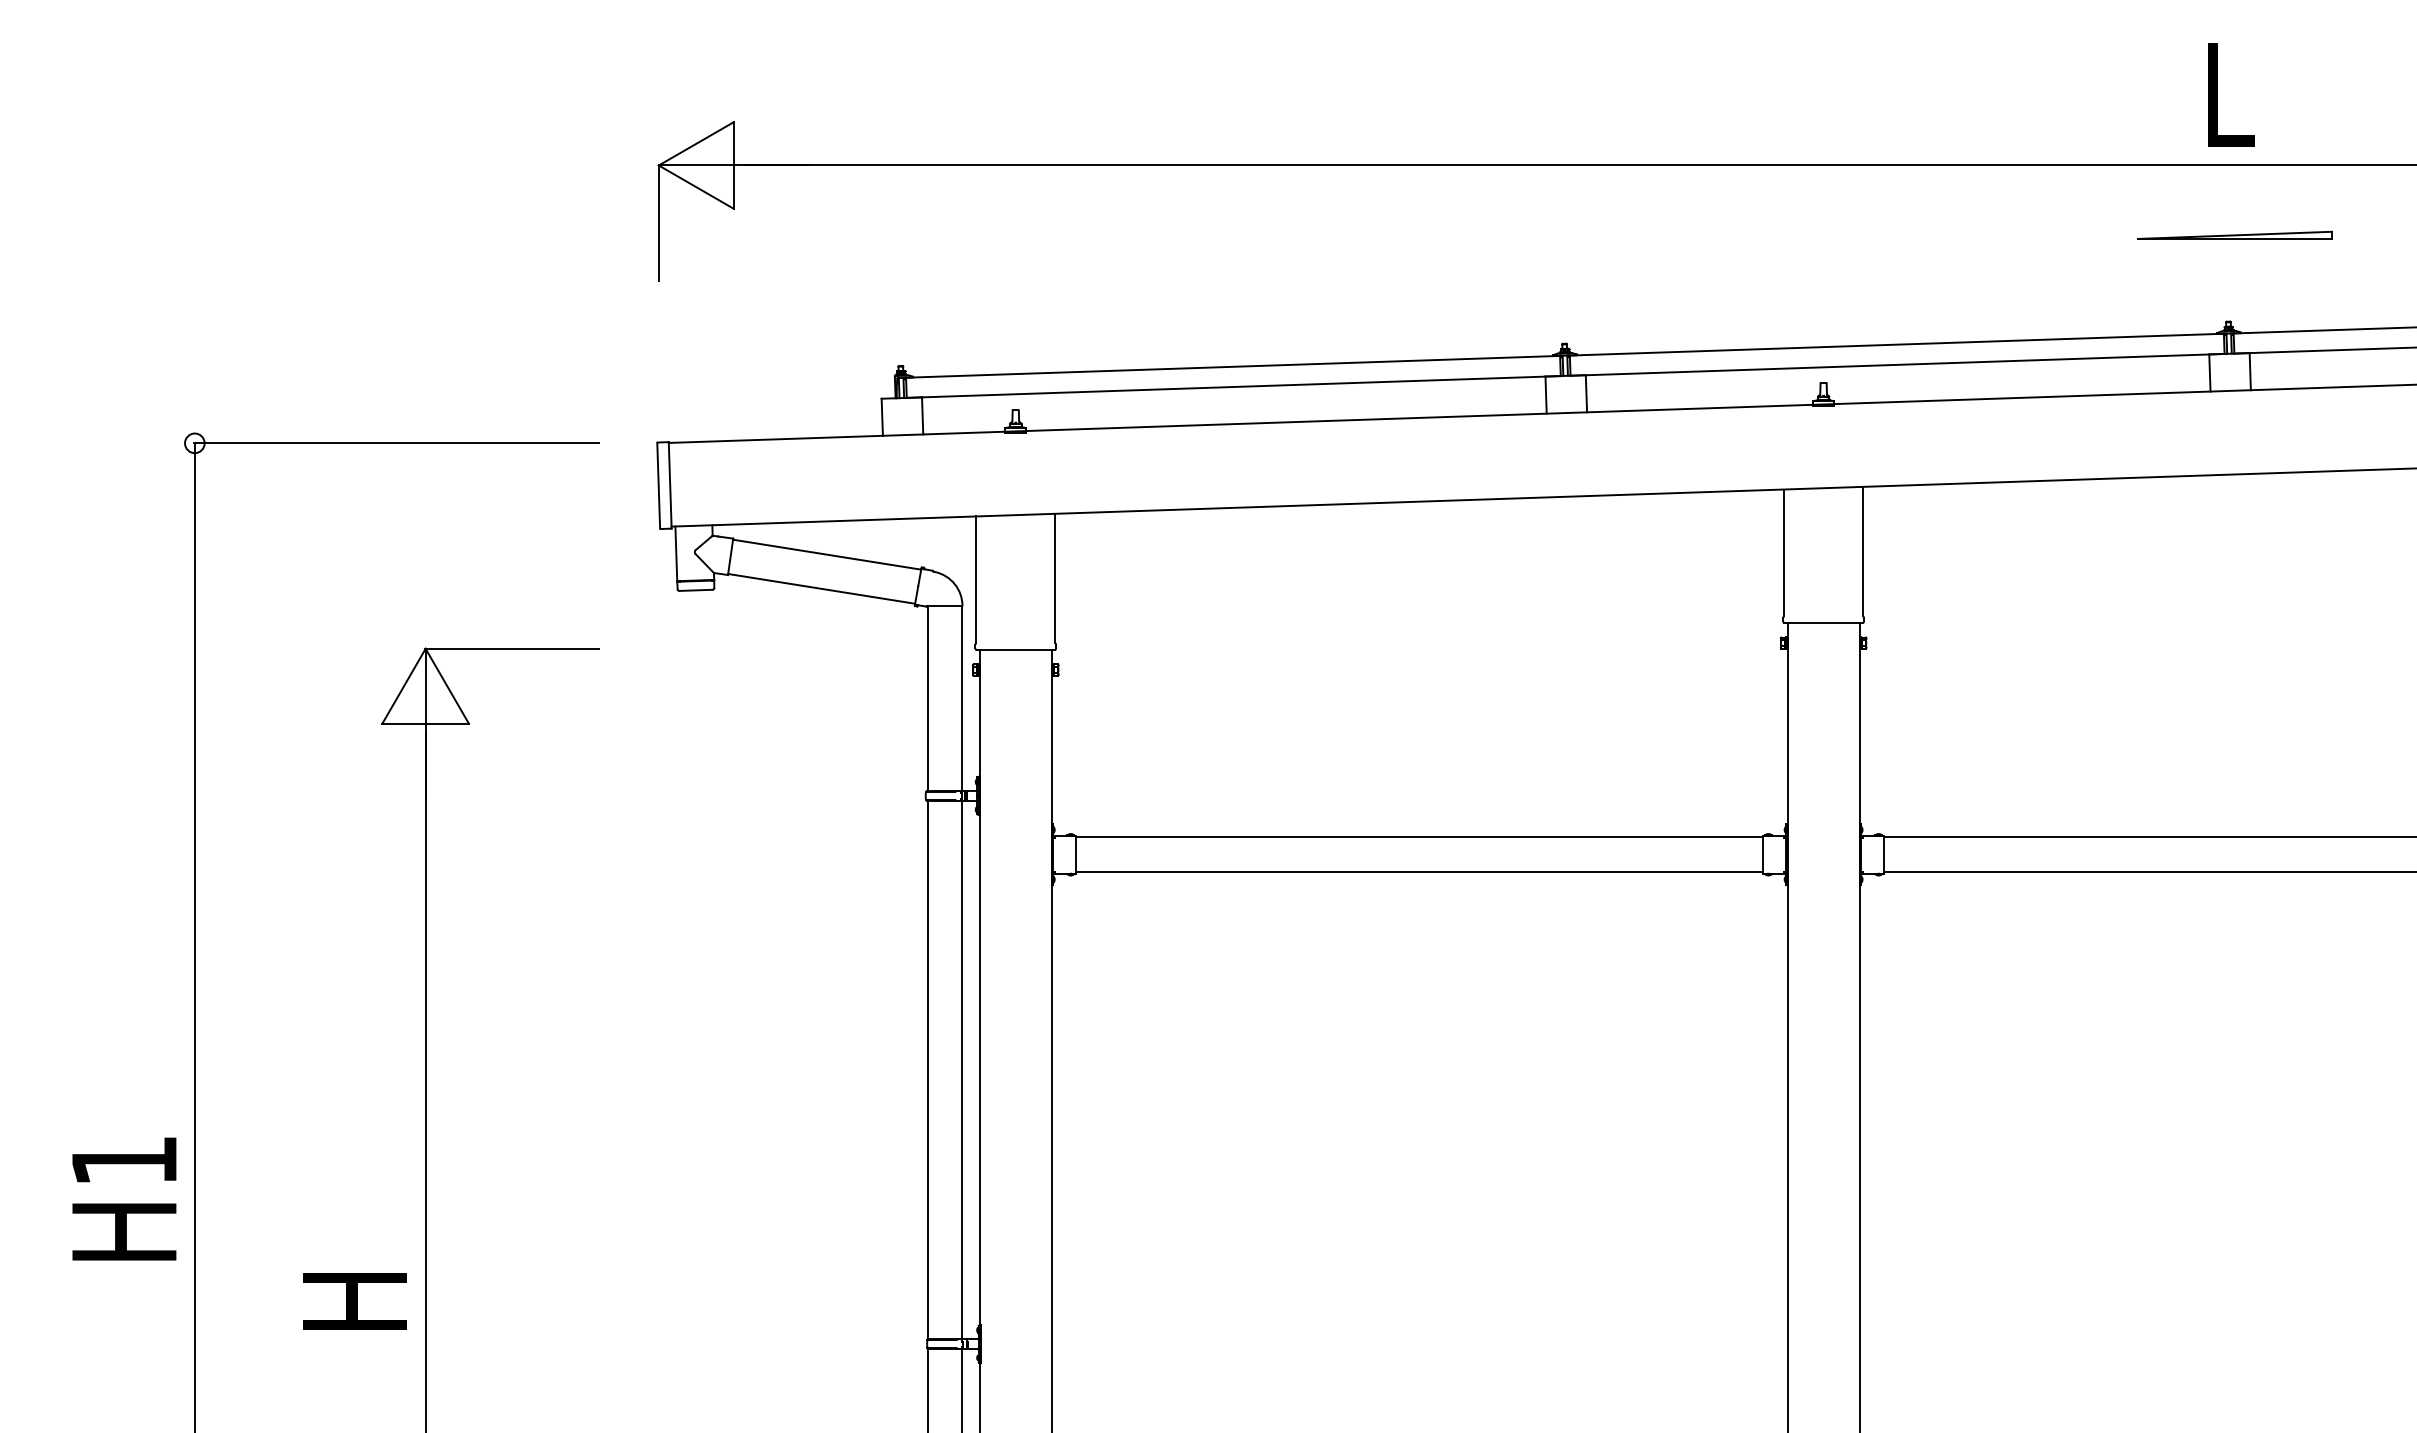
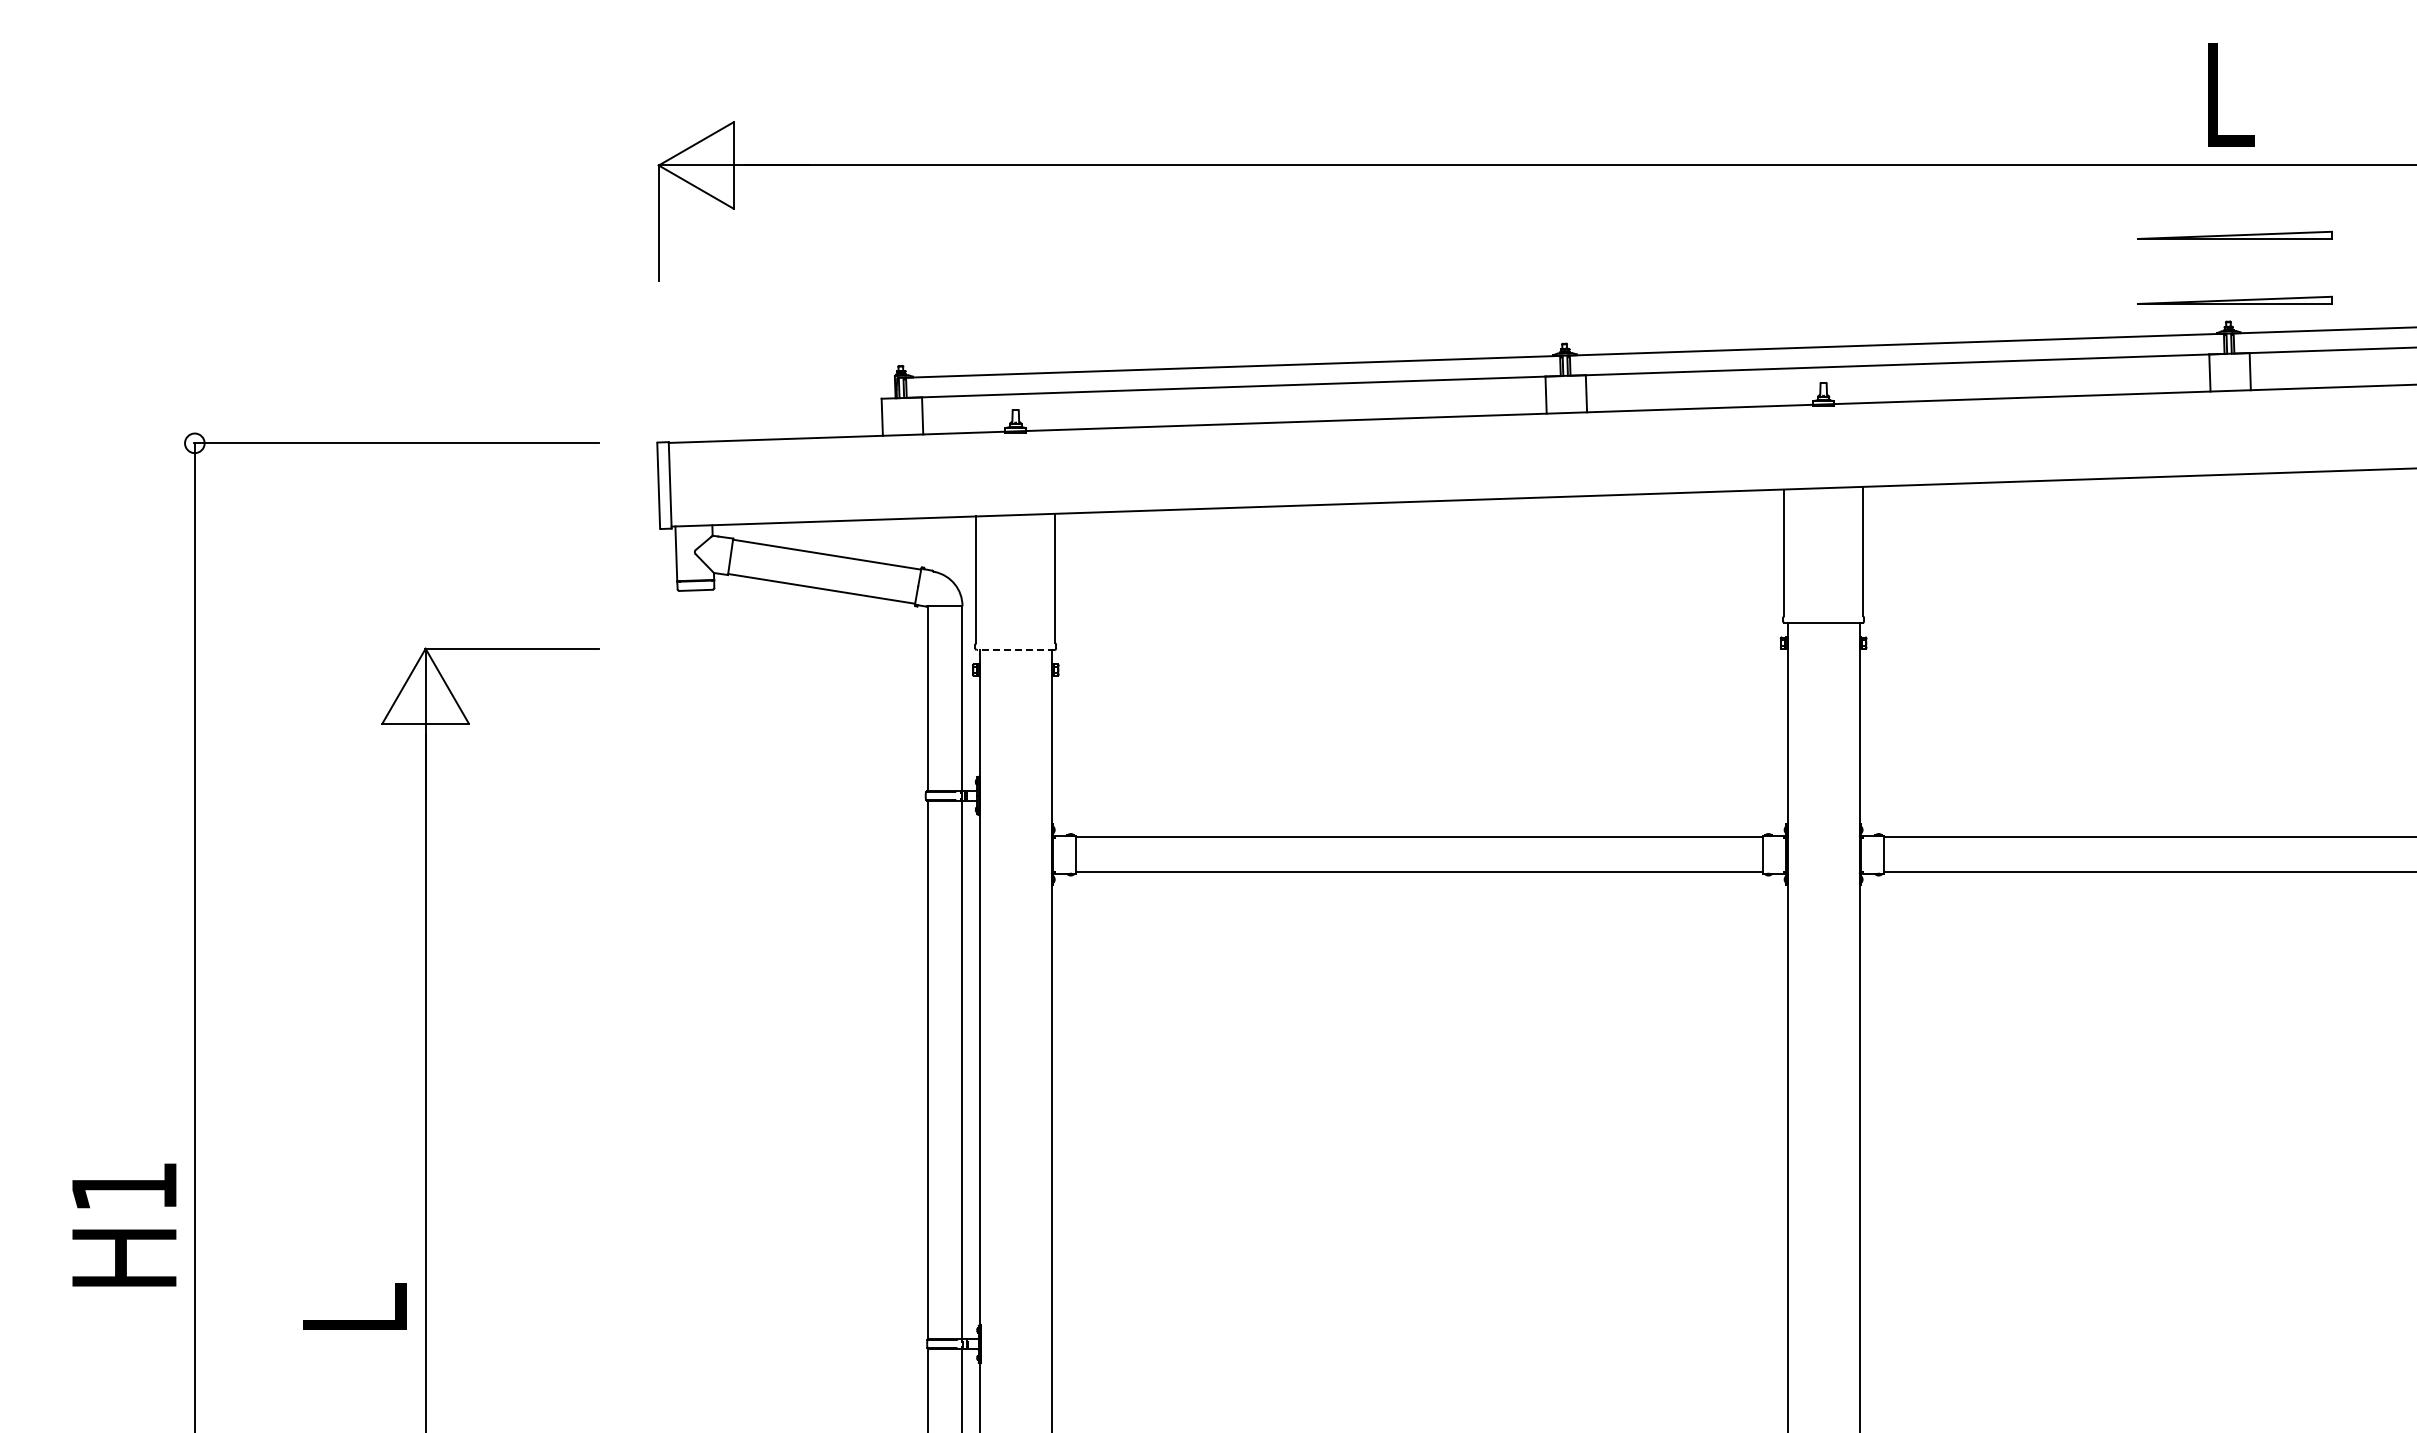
part at (2234, 299): none -> present
line at (1015, 650): solid -> dashed
text at (124, 1198) position: (124, 1198) -> (124, 1224)
text at (354, 1296): H -> L
